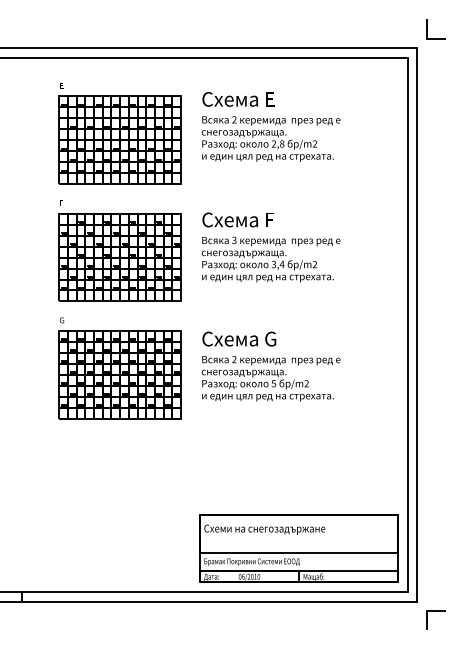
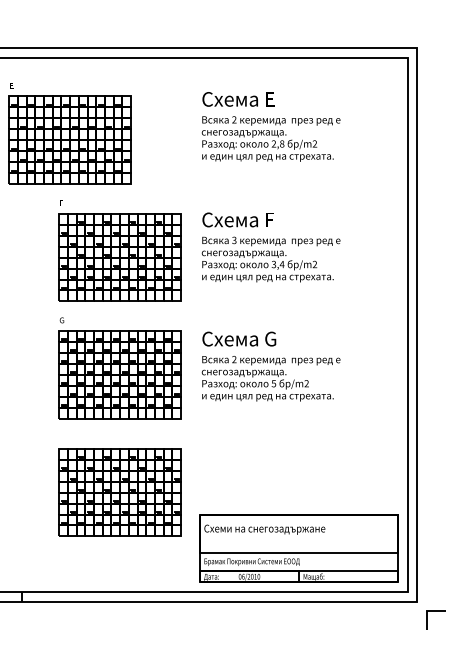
line at (427, 29): present -> none
part at (119, 133) position: (119, 133) -> (69, 133)
part at (119, 492): none -> present
